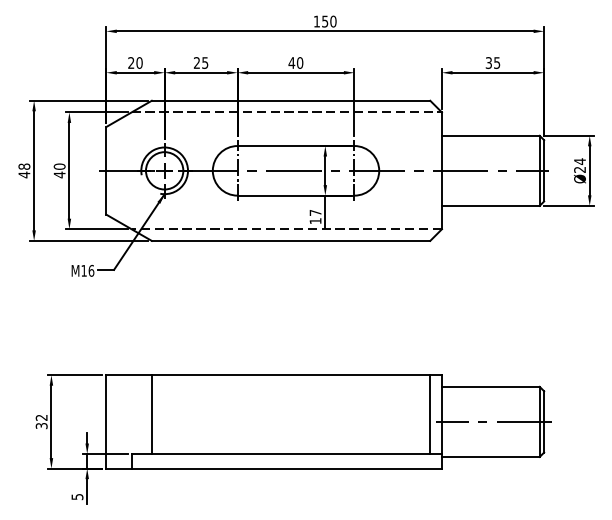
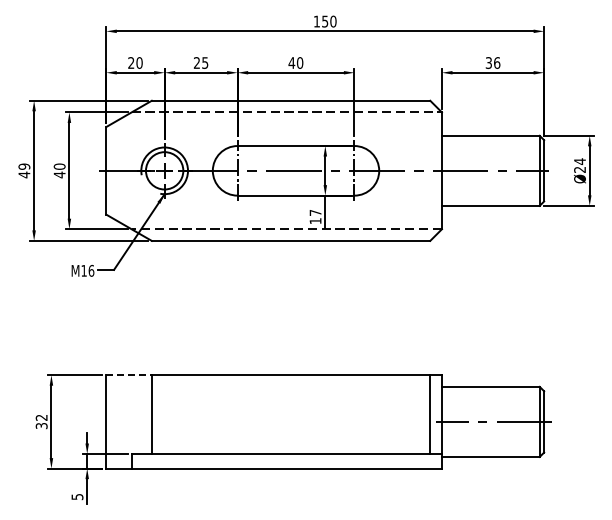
text at (497, 62): 35 -> 36
text at (24, 166): 48 -> 49
line at (129, 375): solid -> dashed
